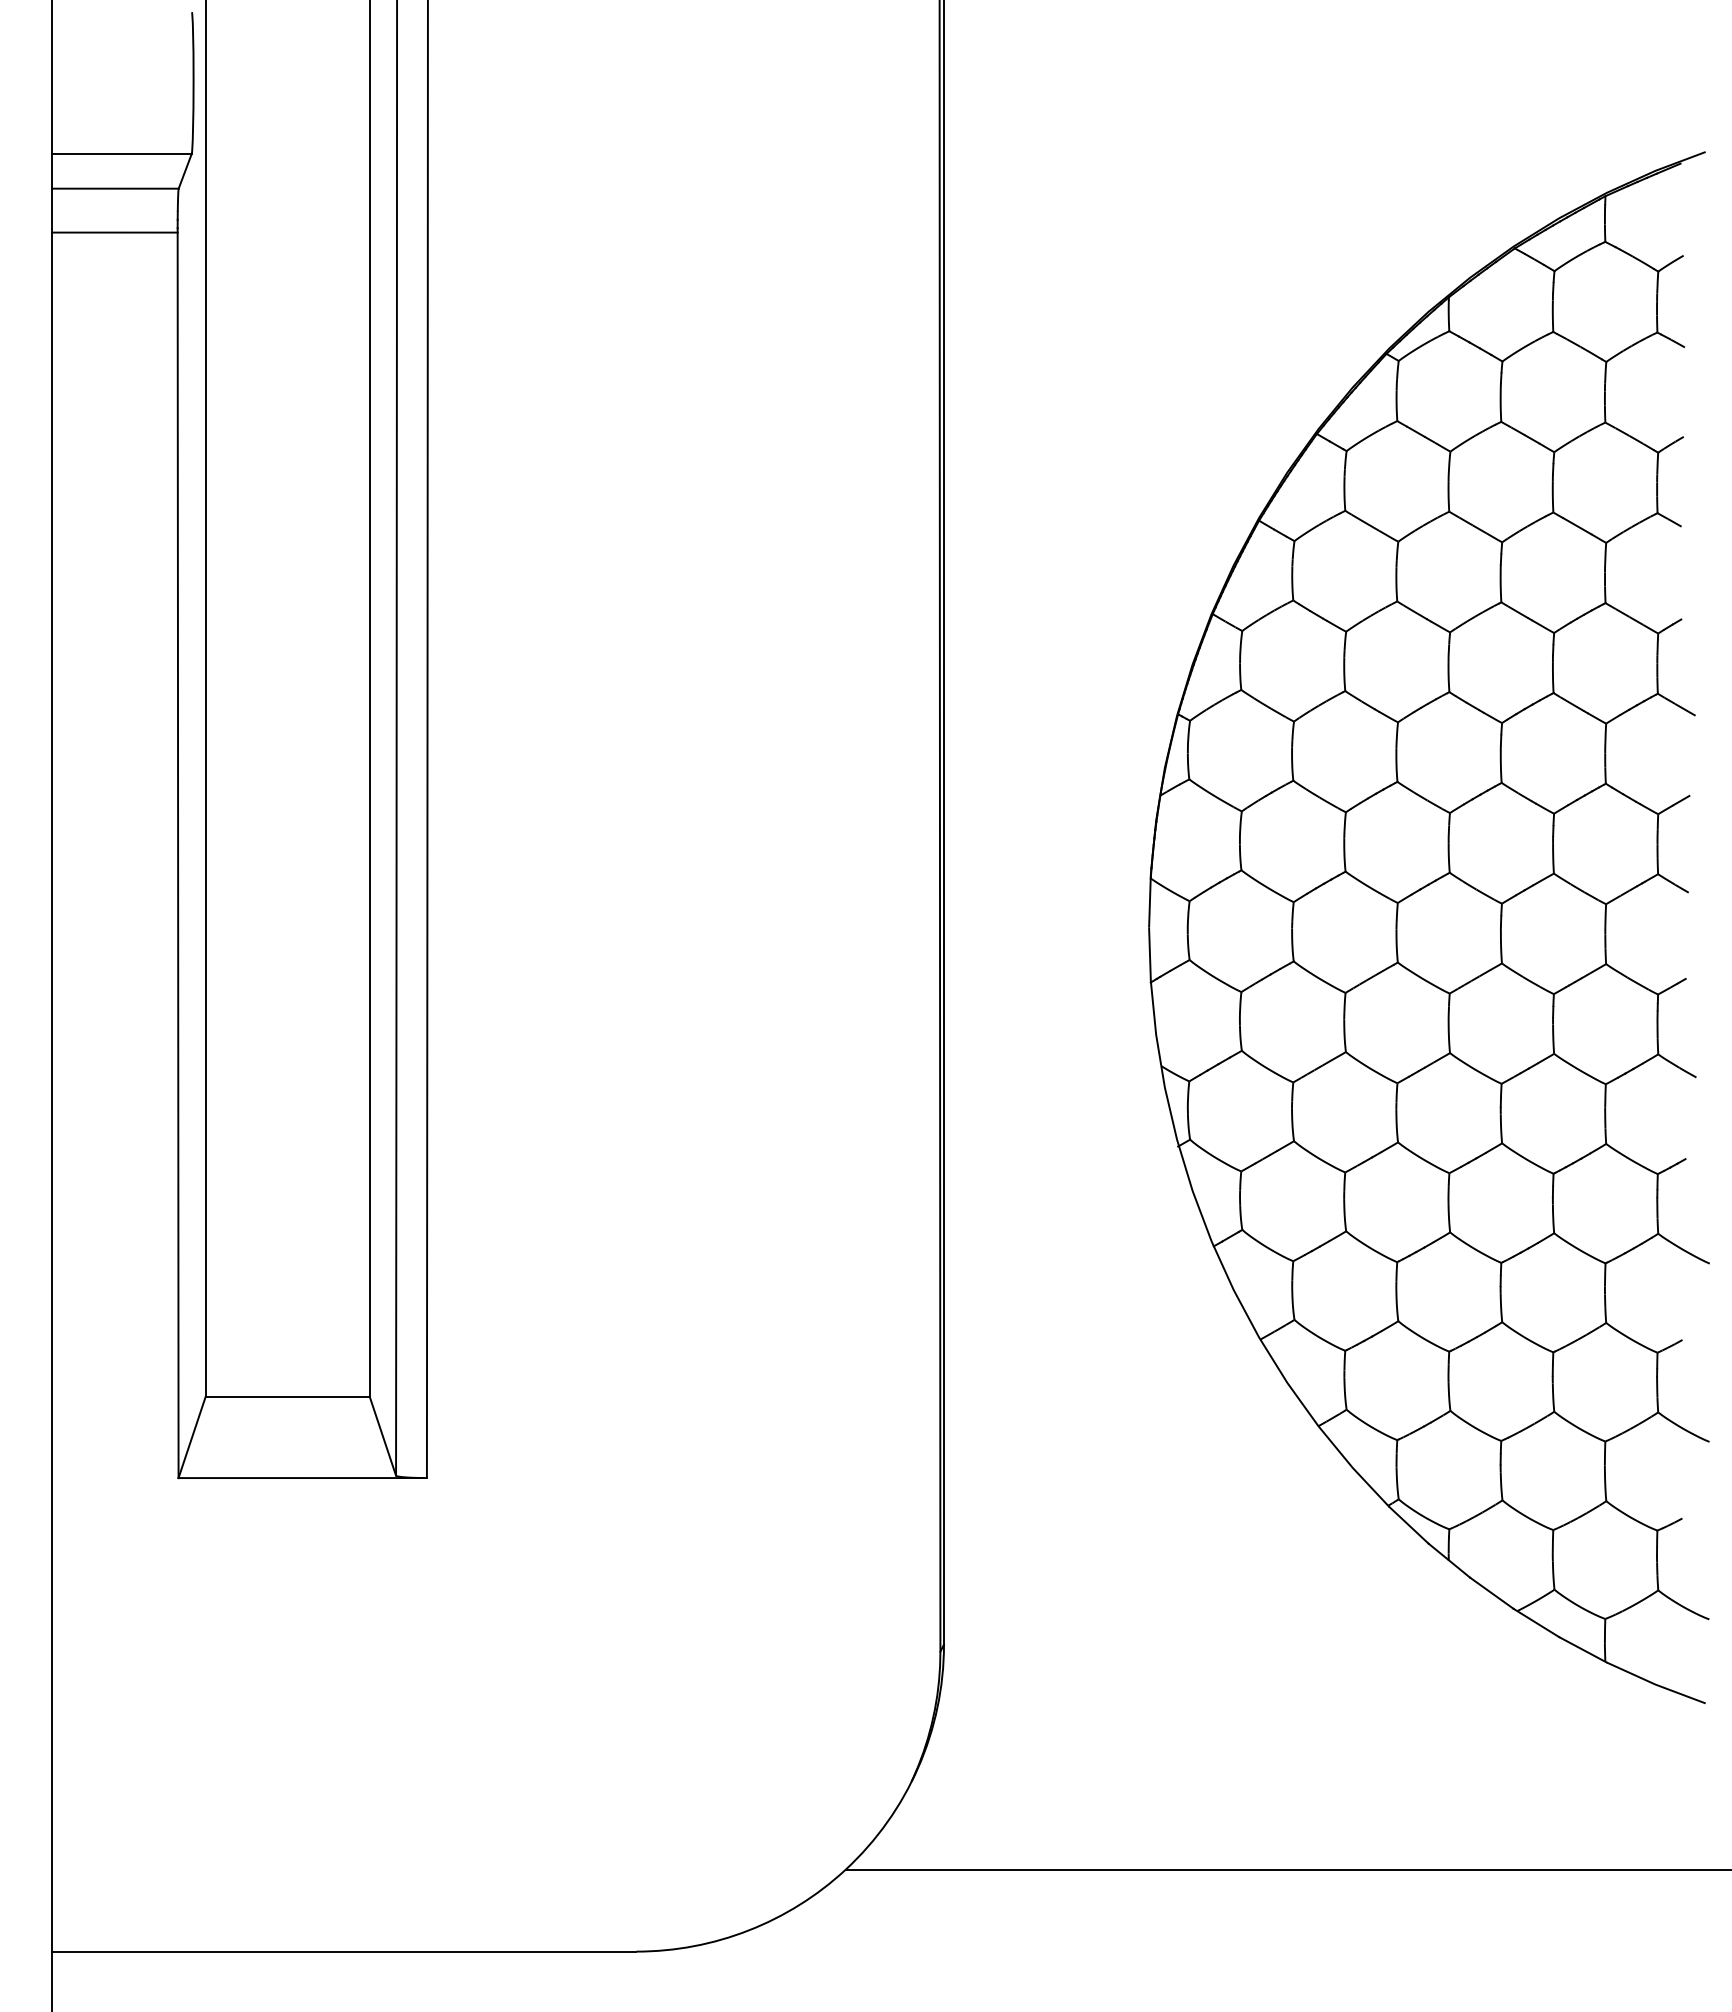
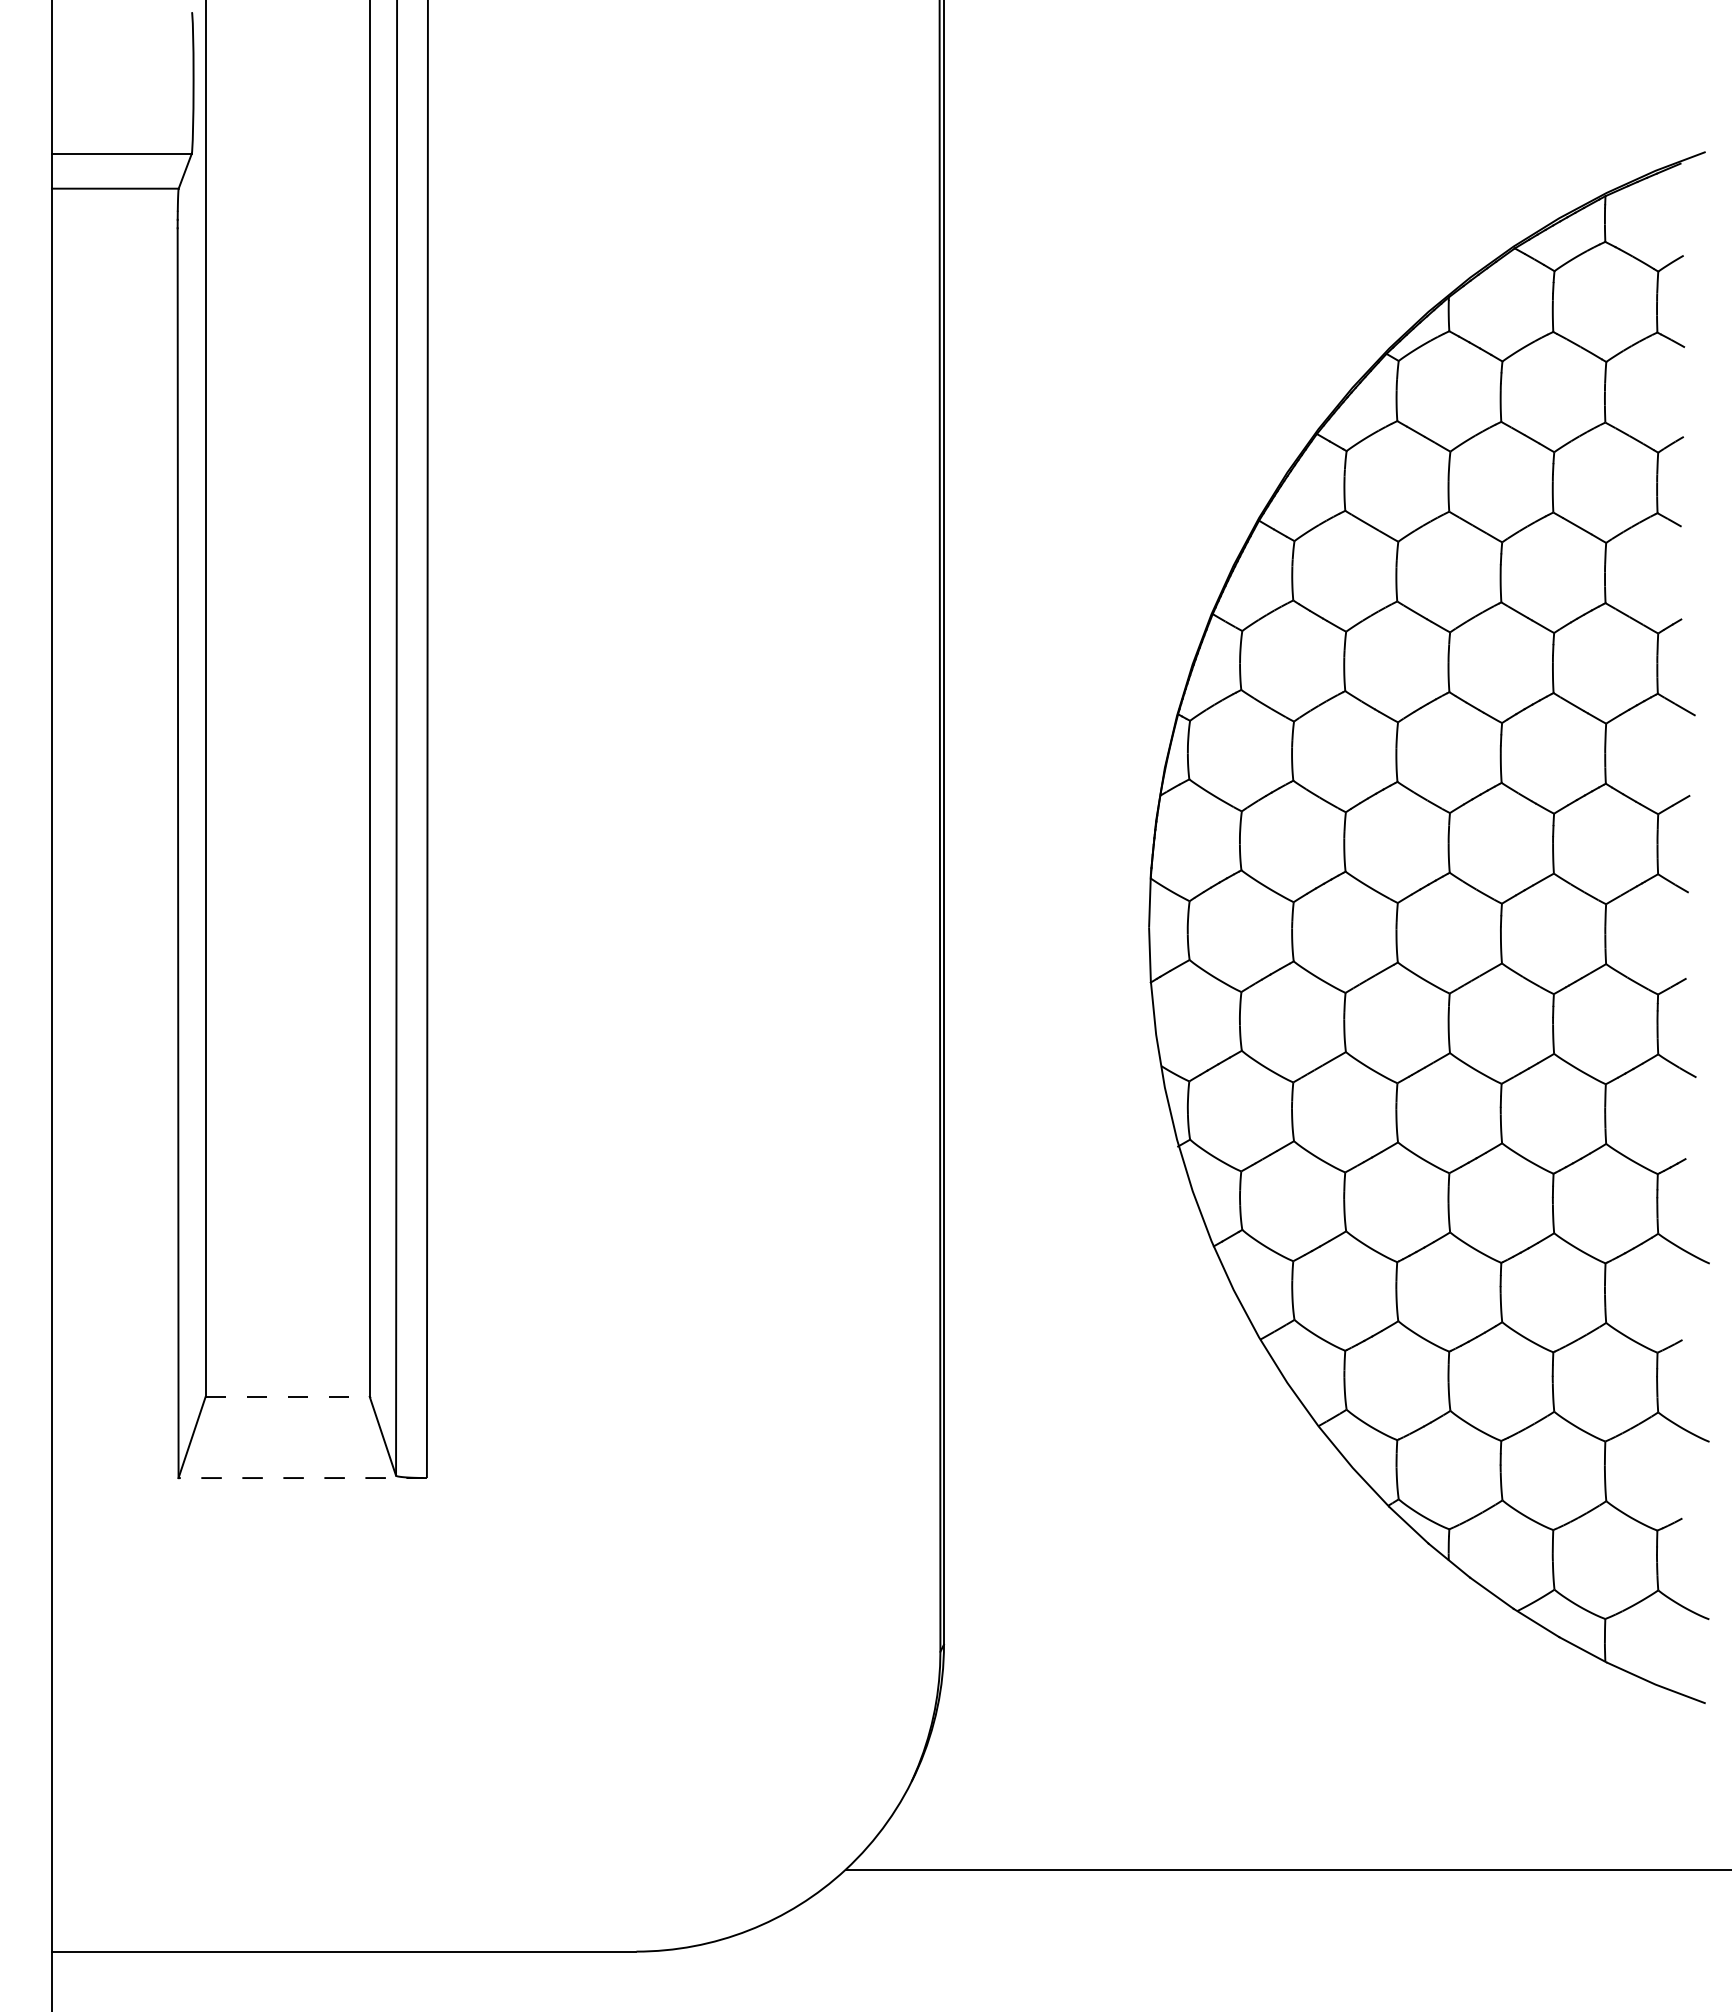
line at (114, 232): present -> none
line at (288, 1396): solid -> dashed
line at (302, 1478): solid -> dashed
